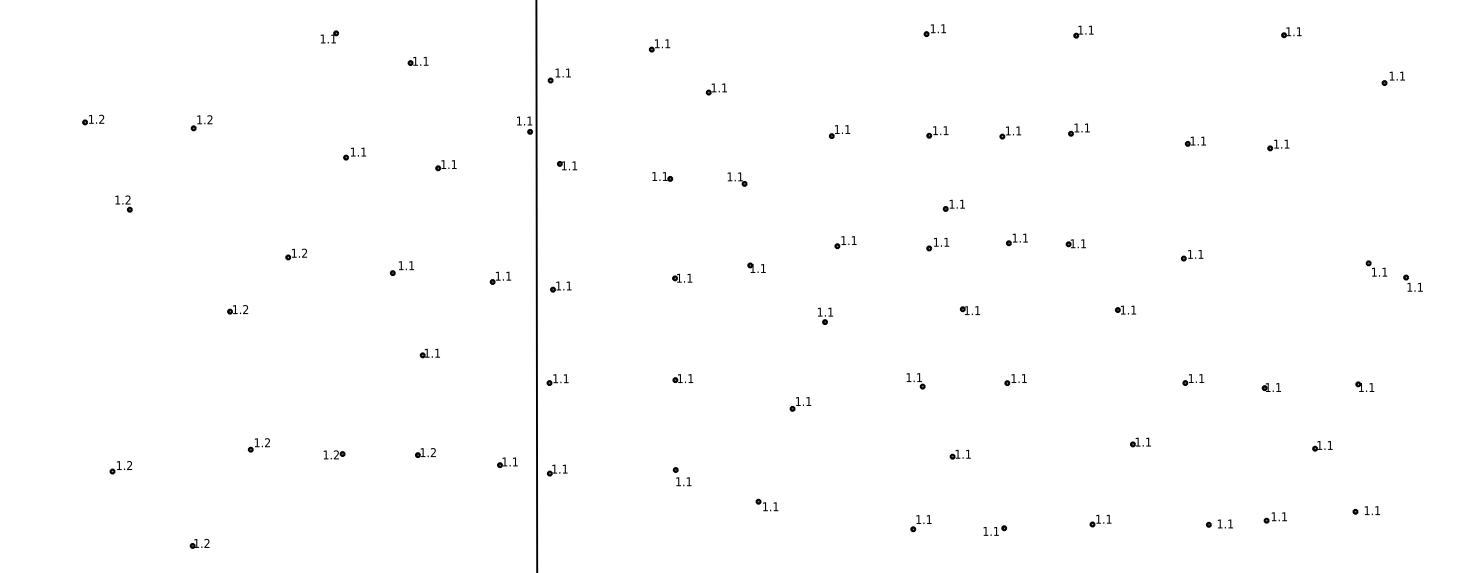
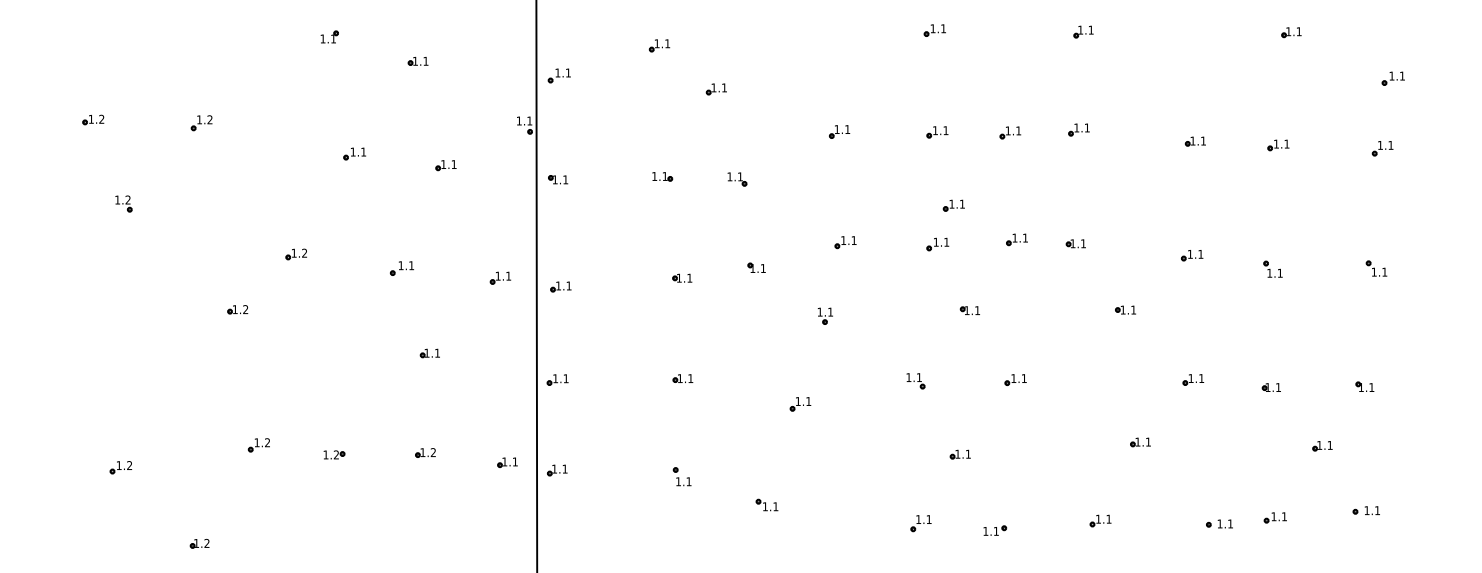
part at (1382, 148): none -> present
part at (567, 165) position: (567, 165) -> (558, 179)
part at (1412, 282) position: (1412, 282) -> (1272, 268)
